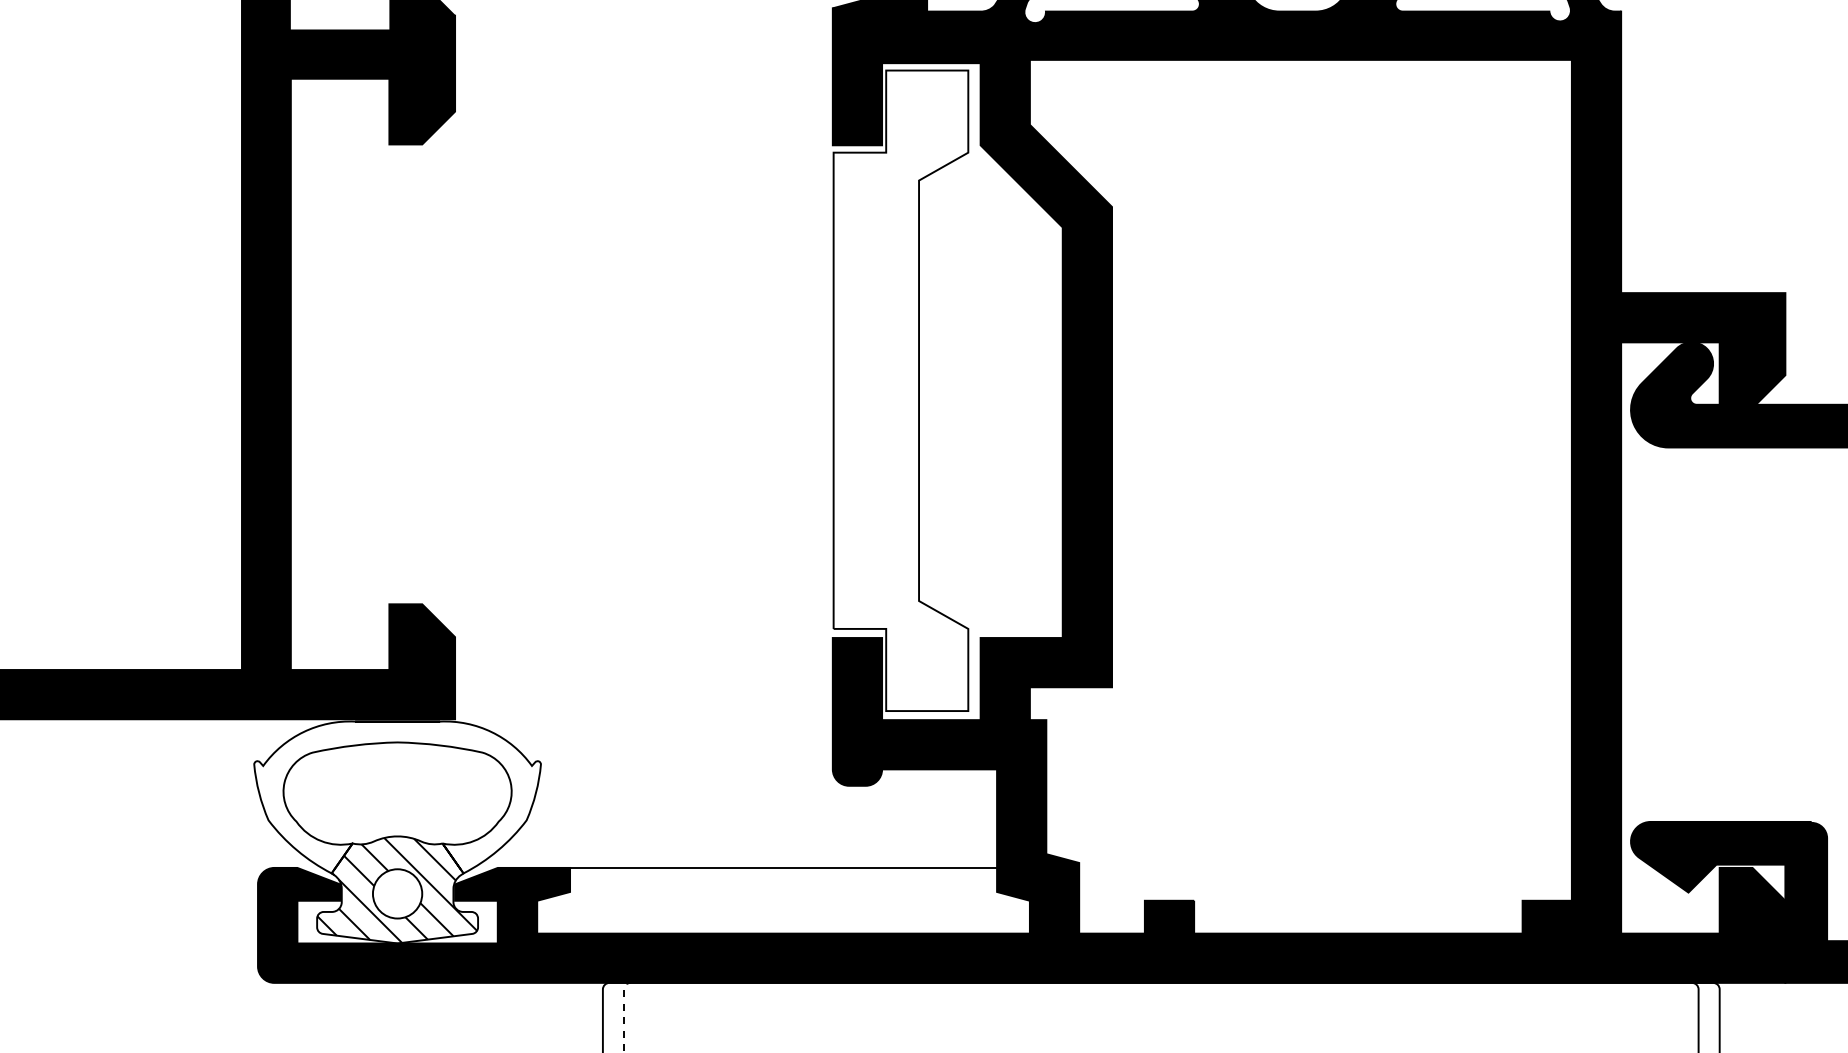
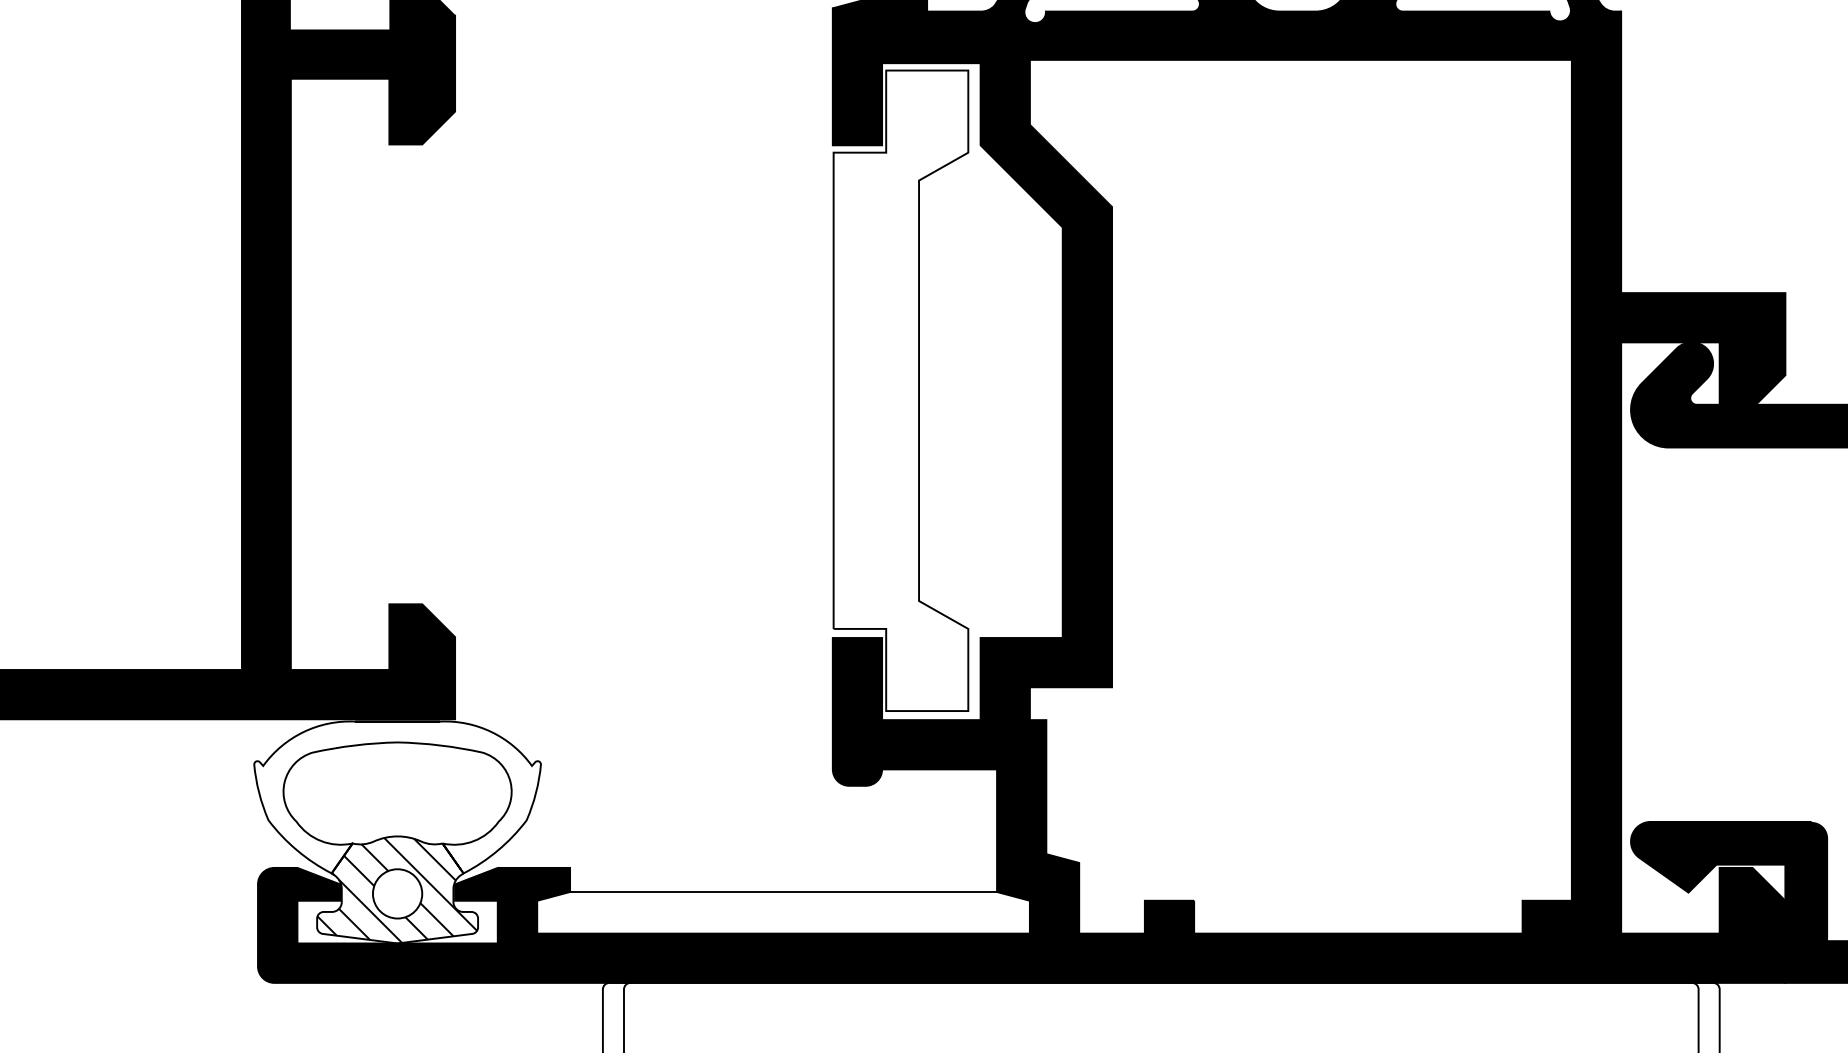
line at (783, 867) position: (783, 867) -> (783, 891)
line at (623, 1012): dashed -> solid
